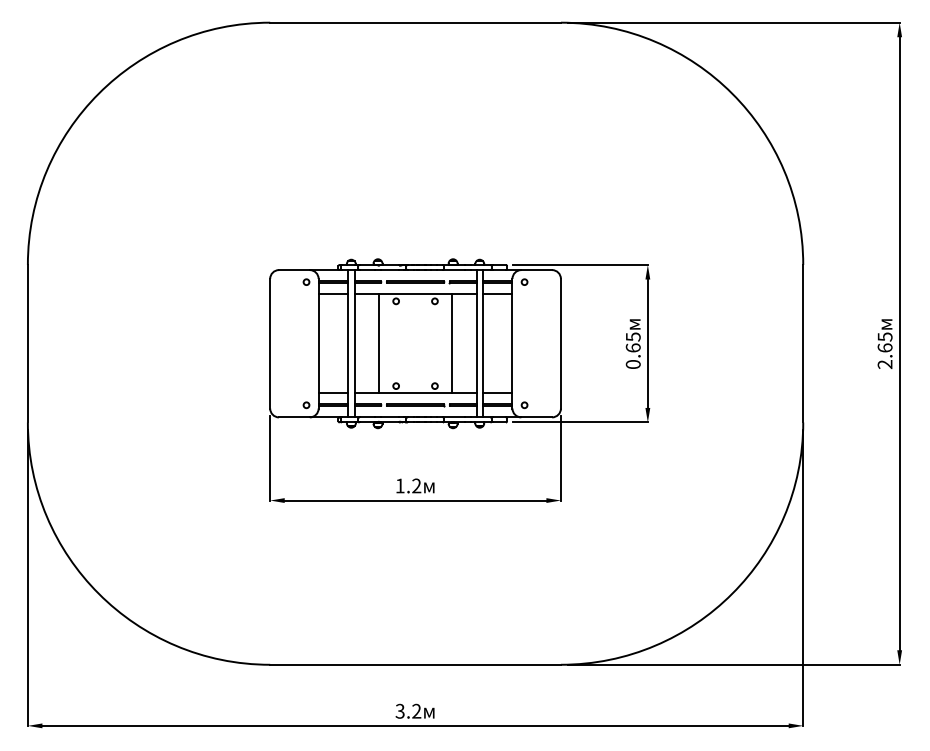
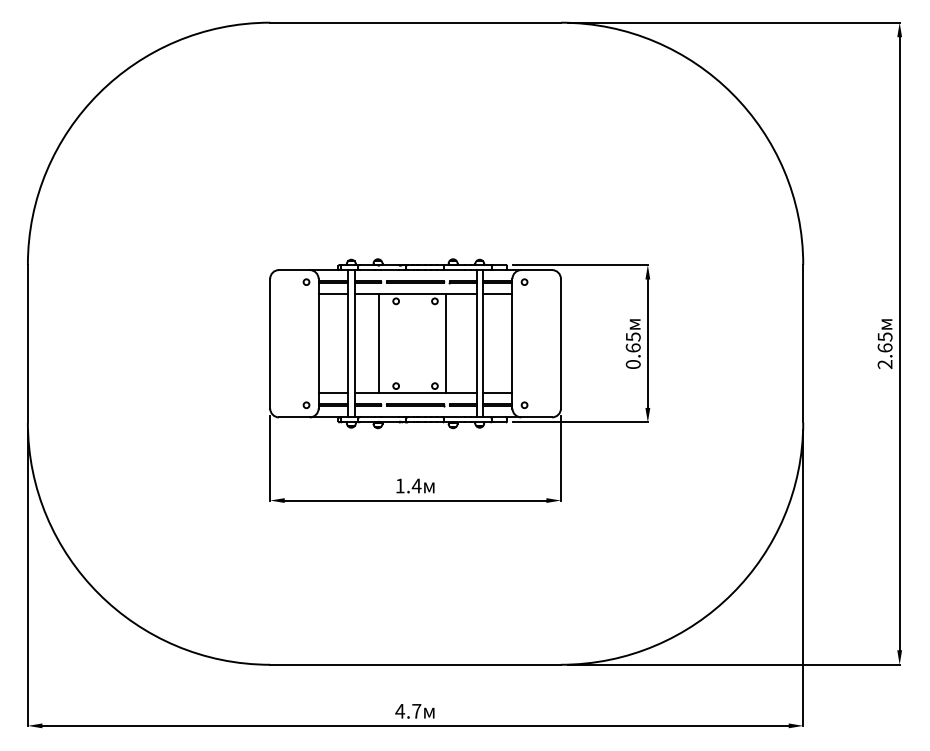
line at (451, 343) position: (451, 343) -> (445, 343)
text at (416, 485): 1.2 -> 1.4
text at (408, 710): 3.2 -> 4.7
